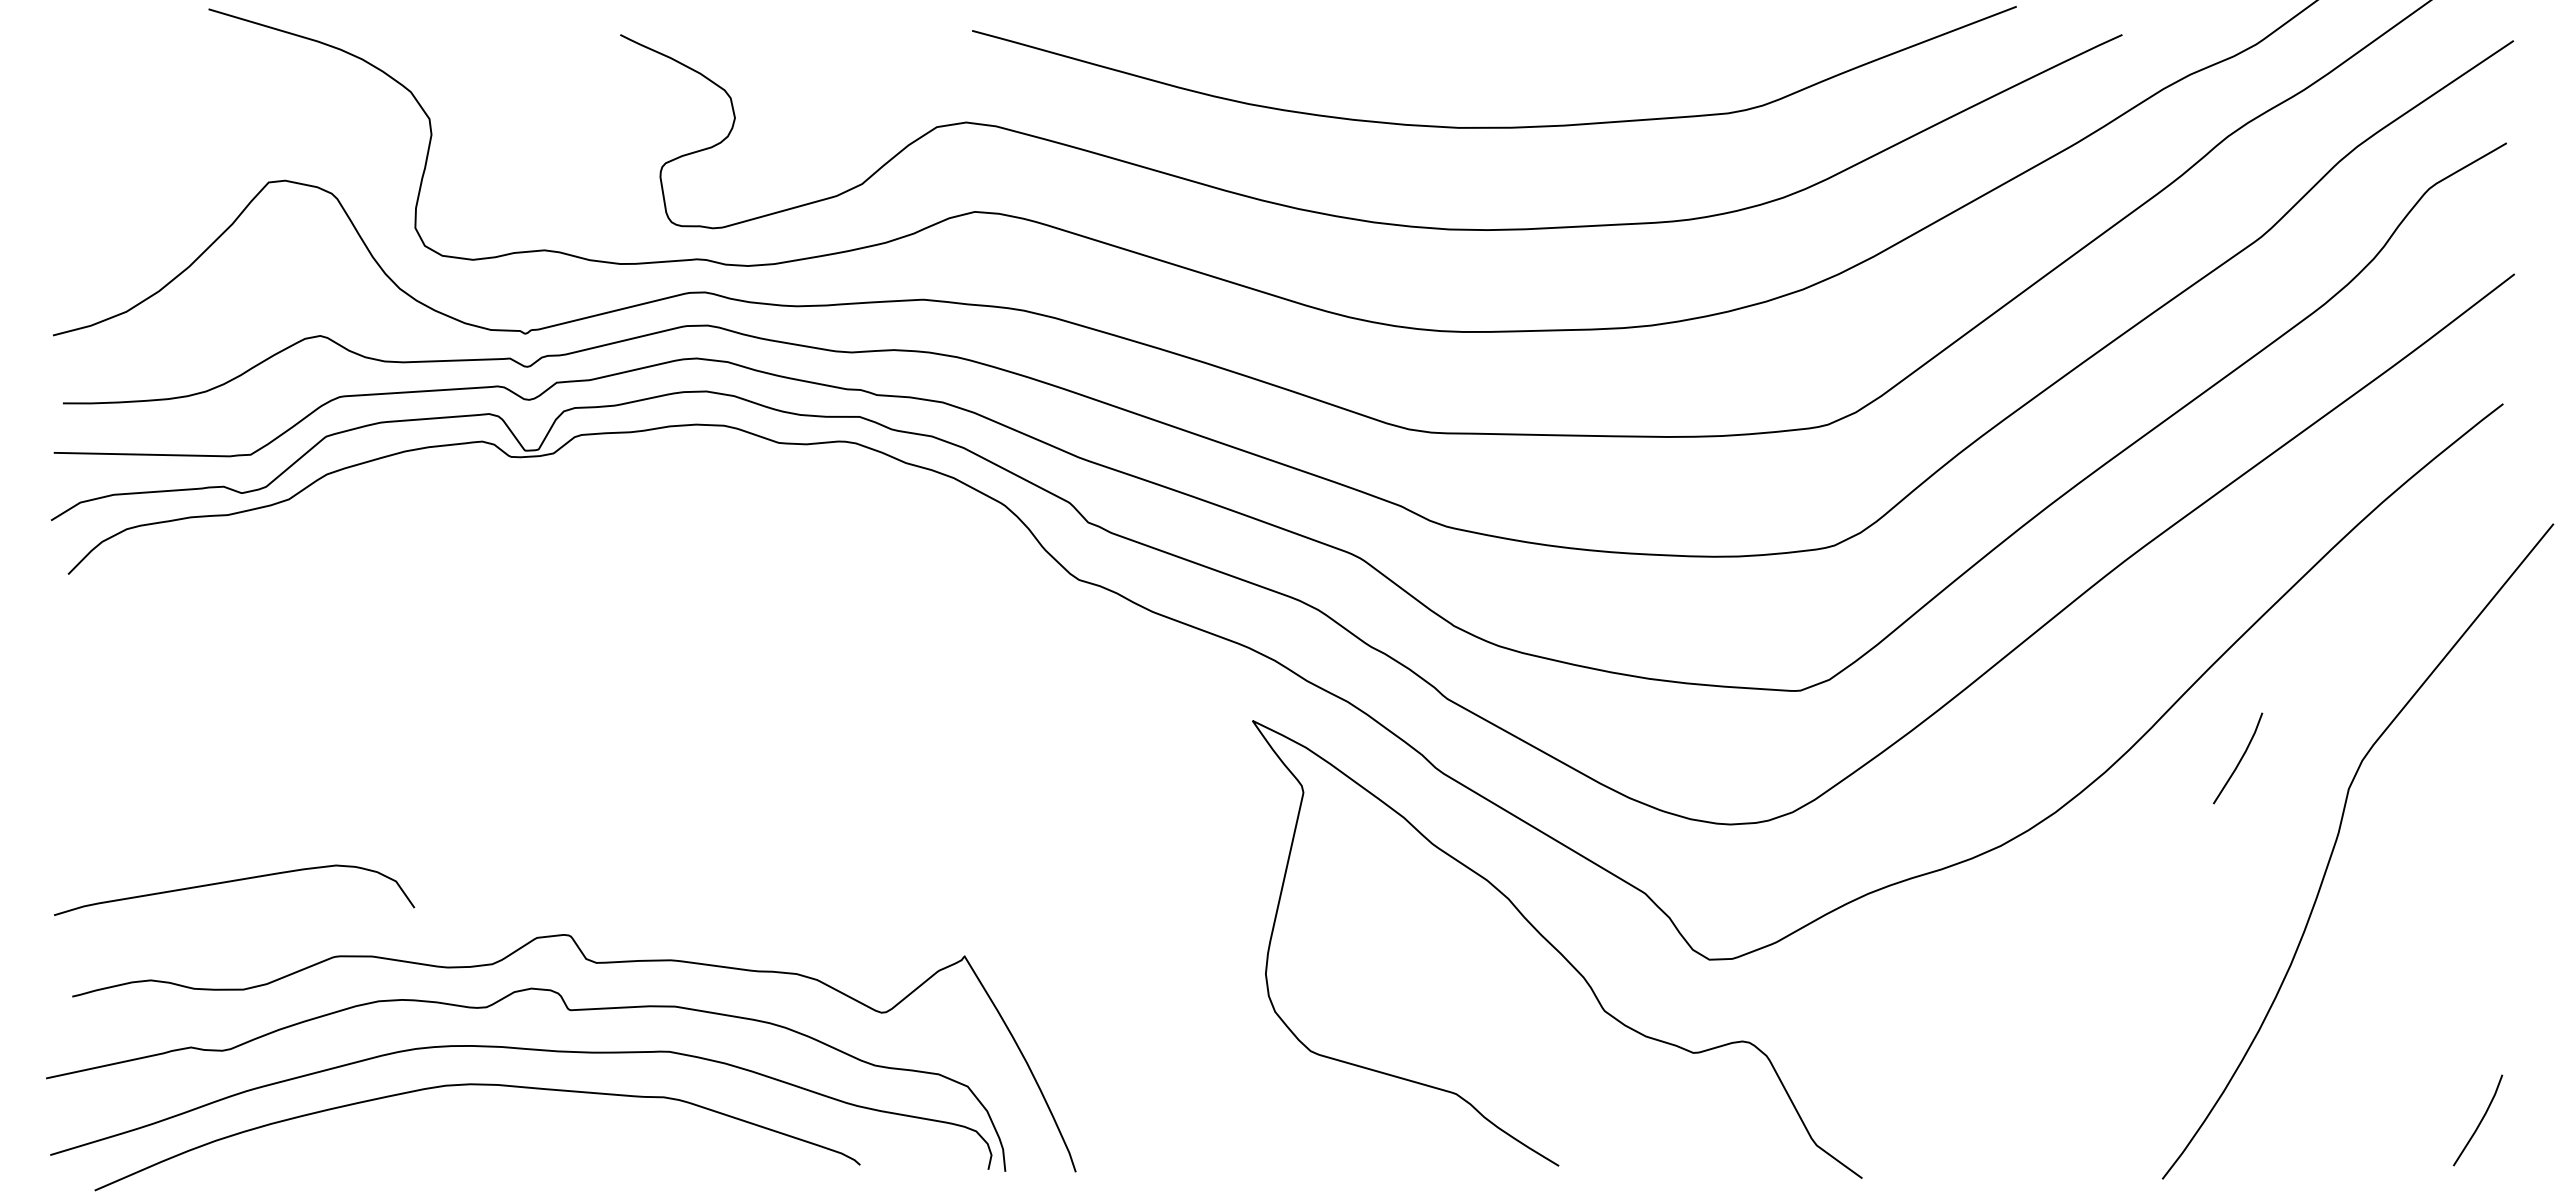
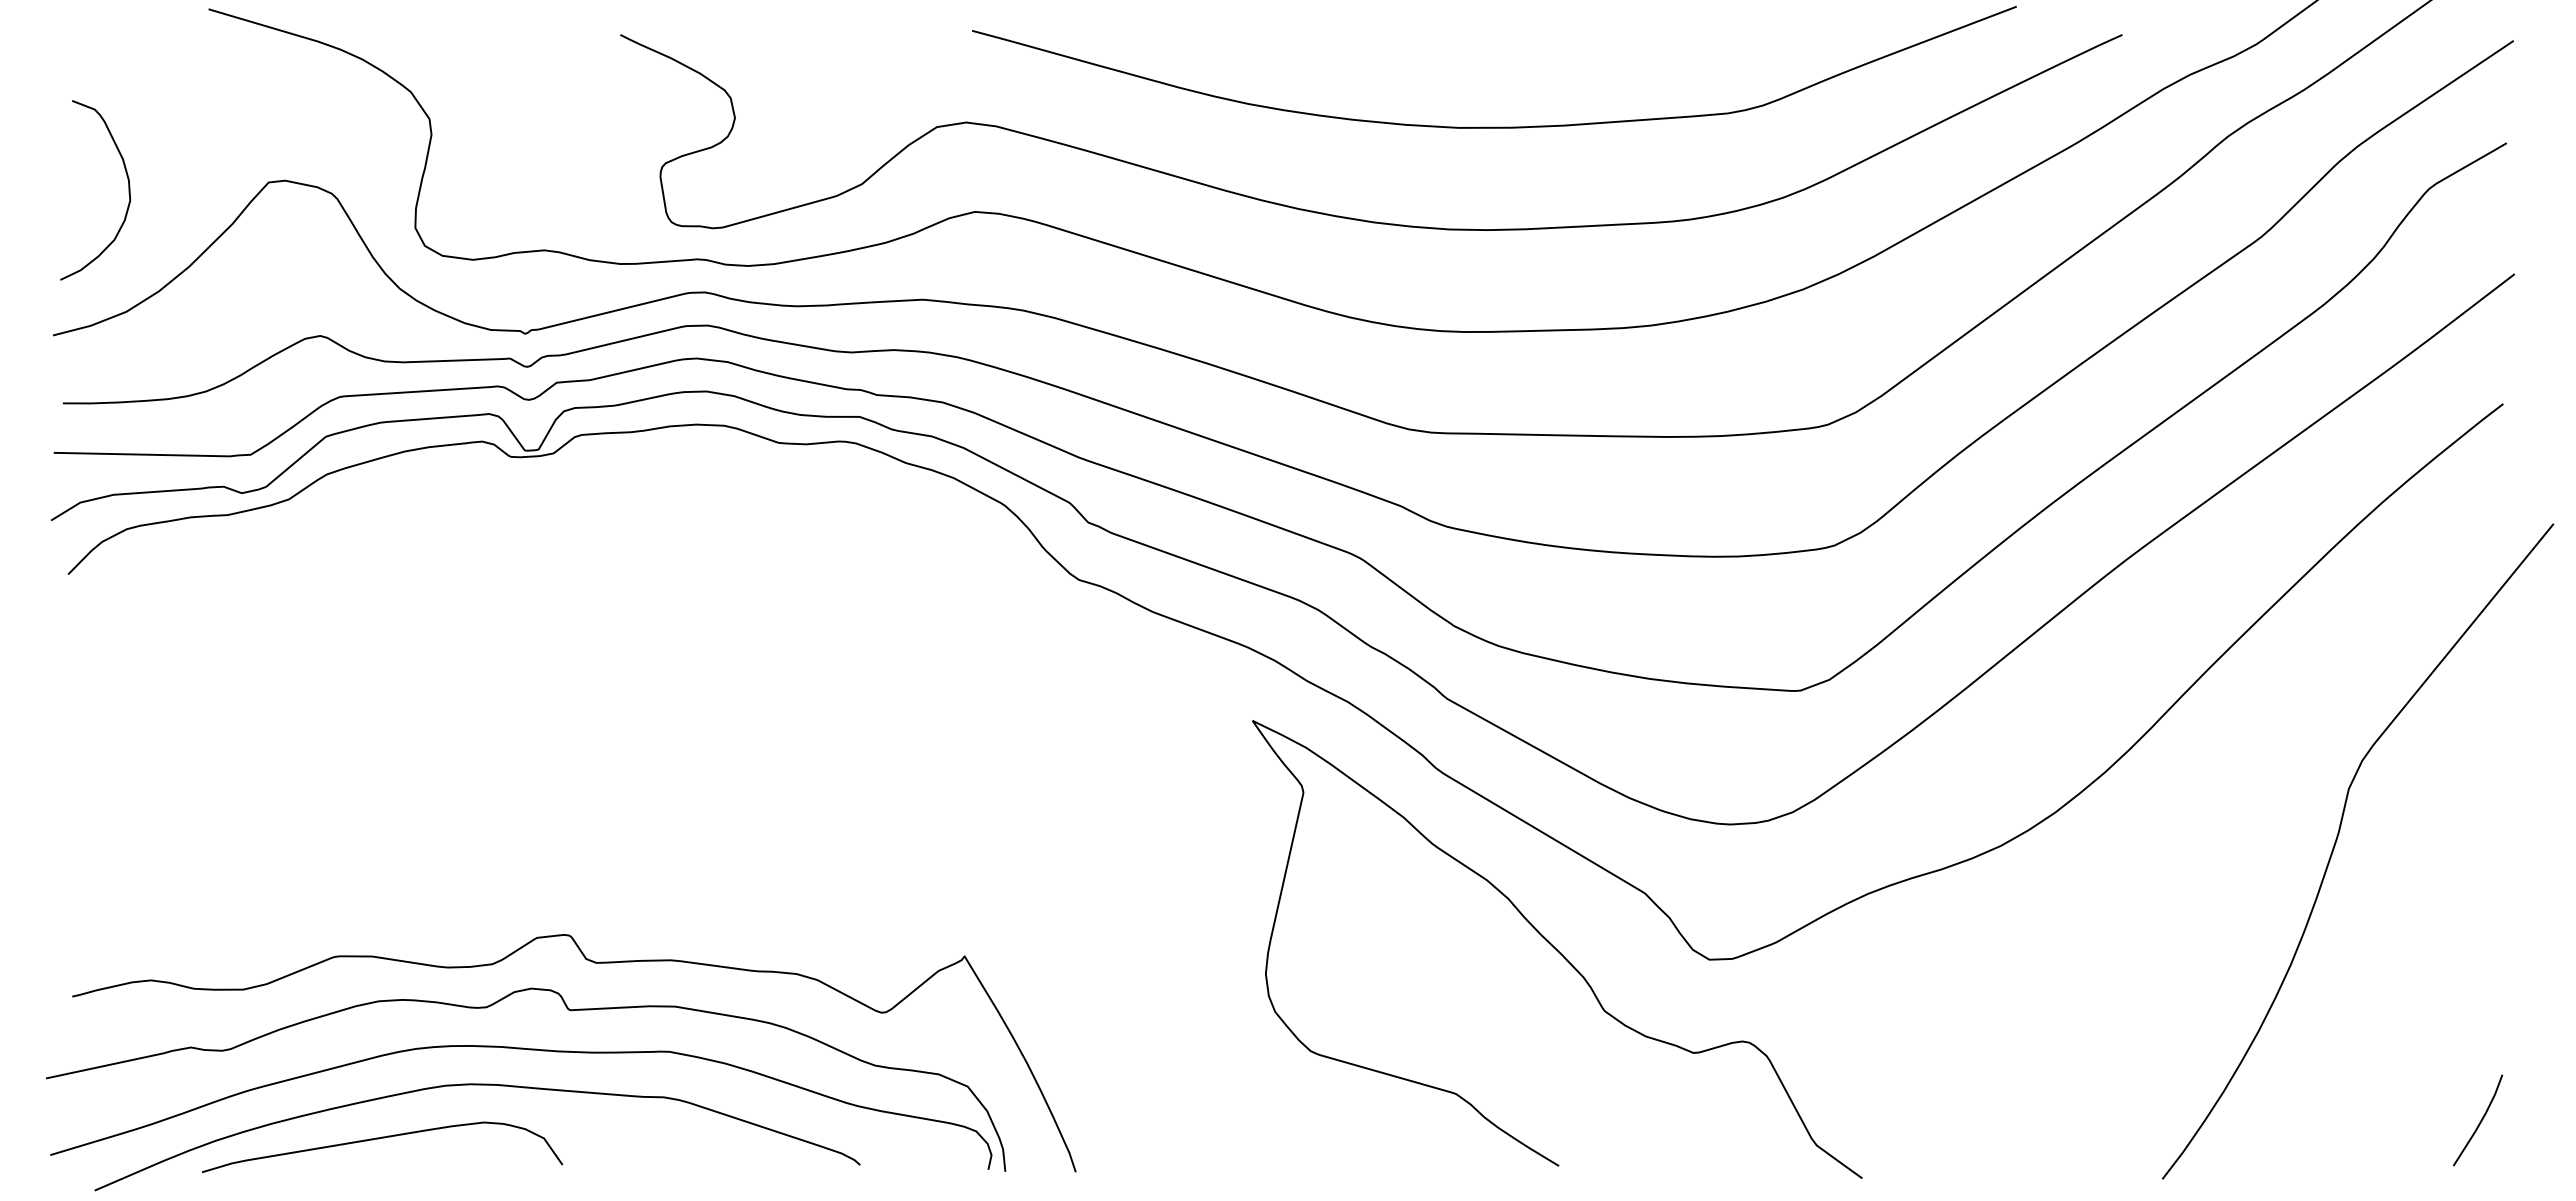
curve at (128, 190): none -> present
curve at (2240, 758): present -> none
curve at (231, 882) position: (231, 882) -> (379, 1139)
